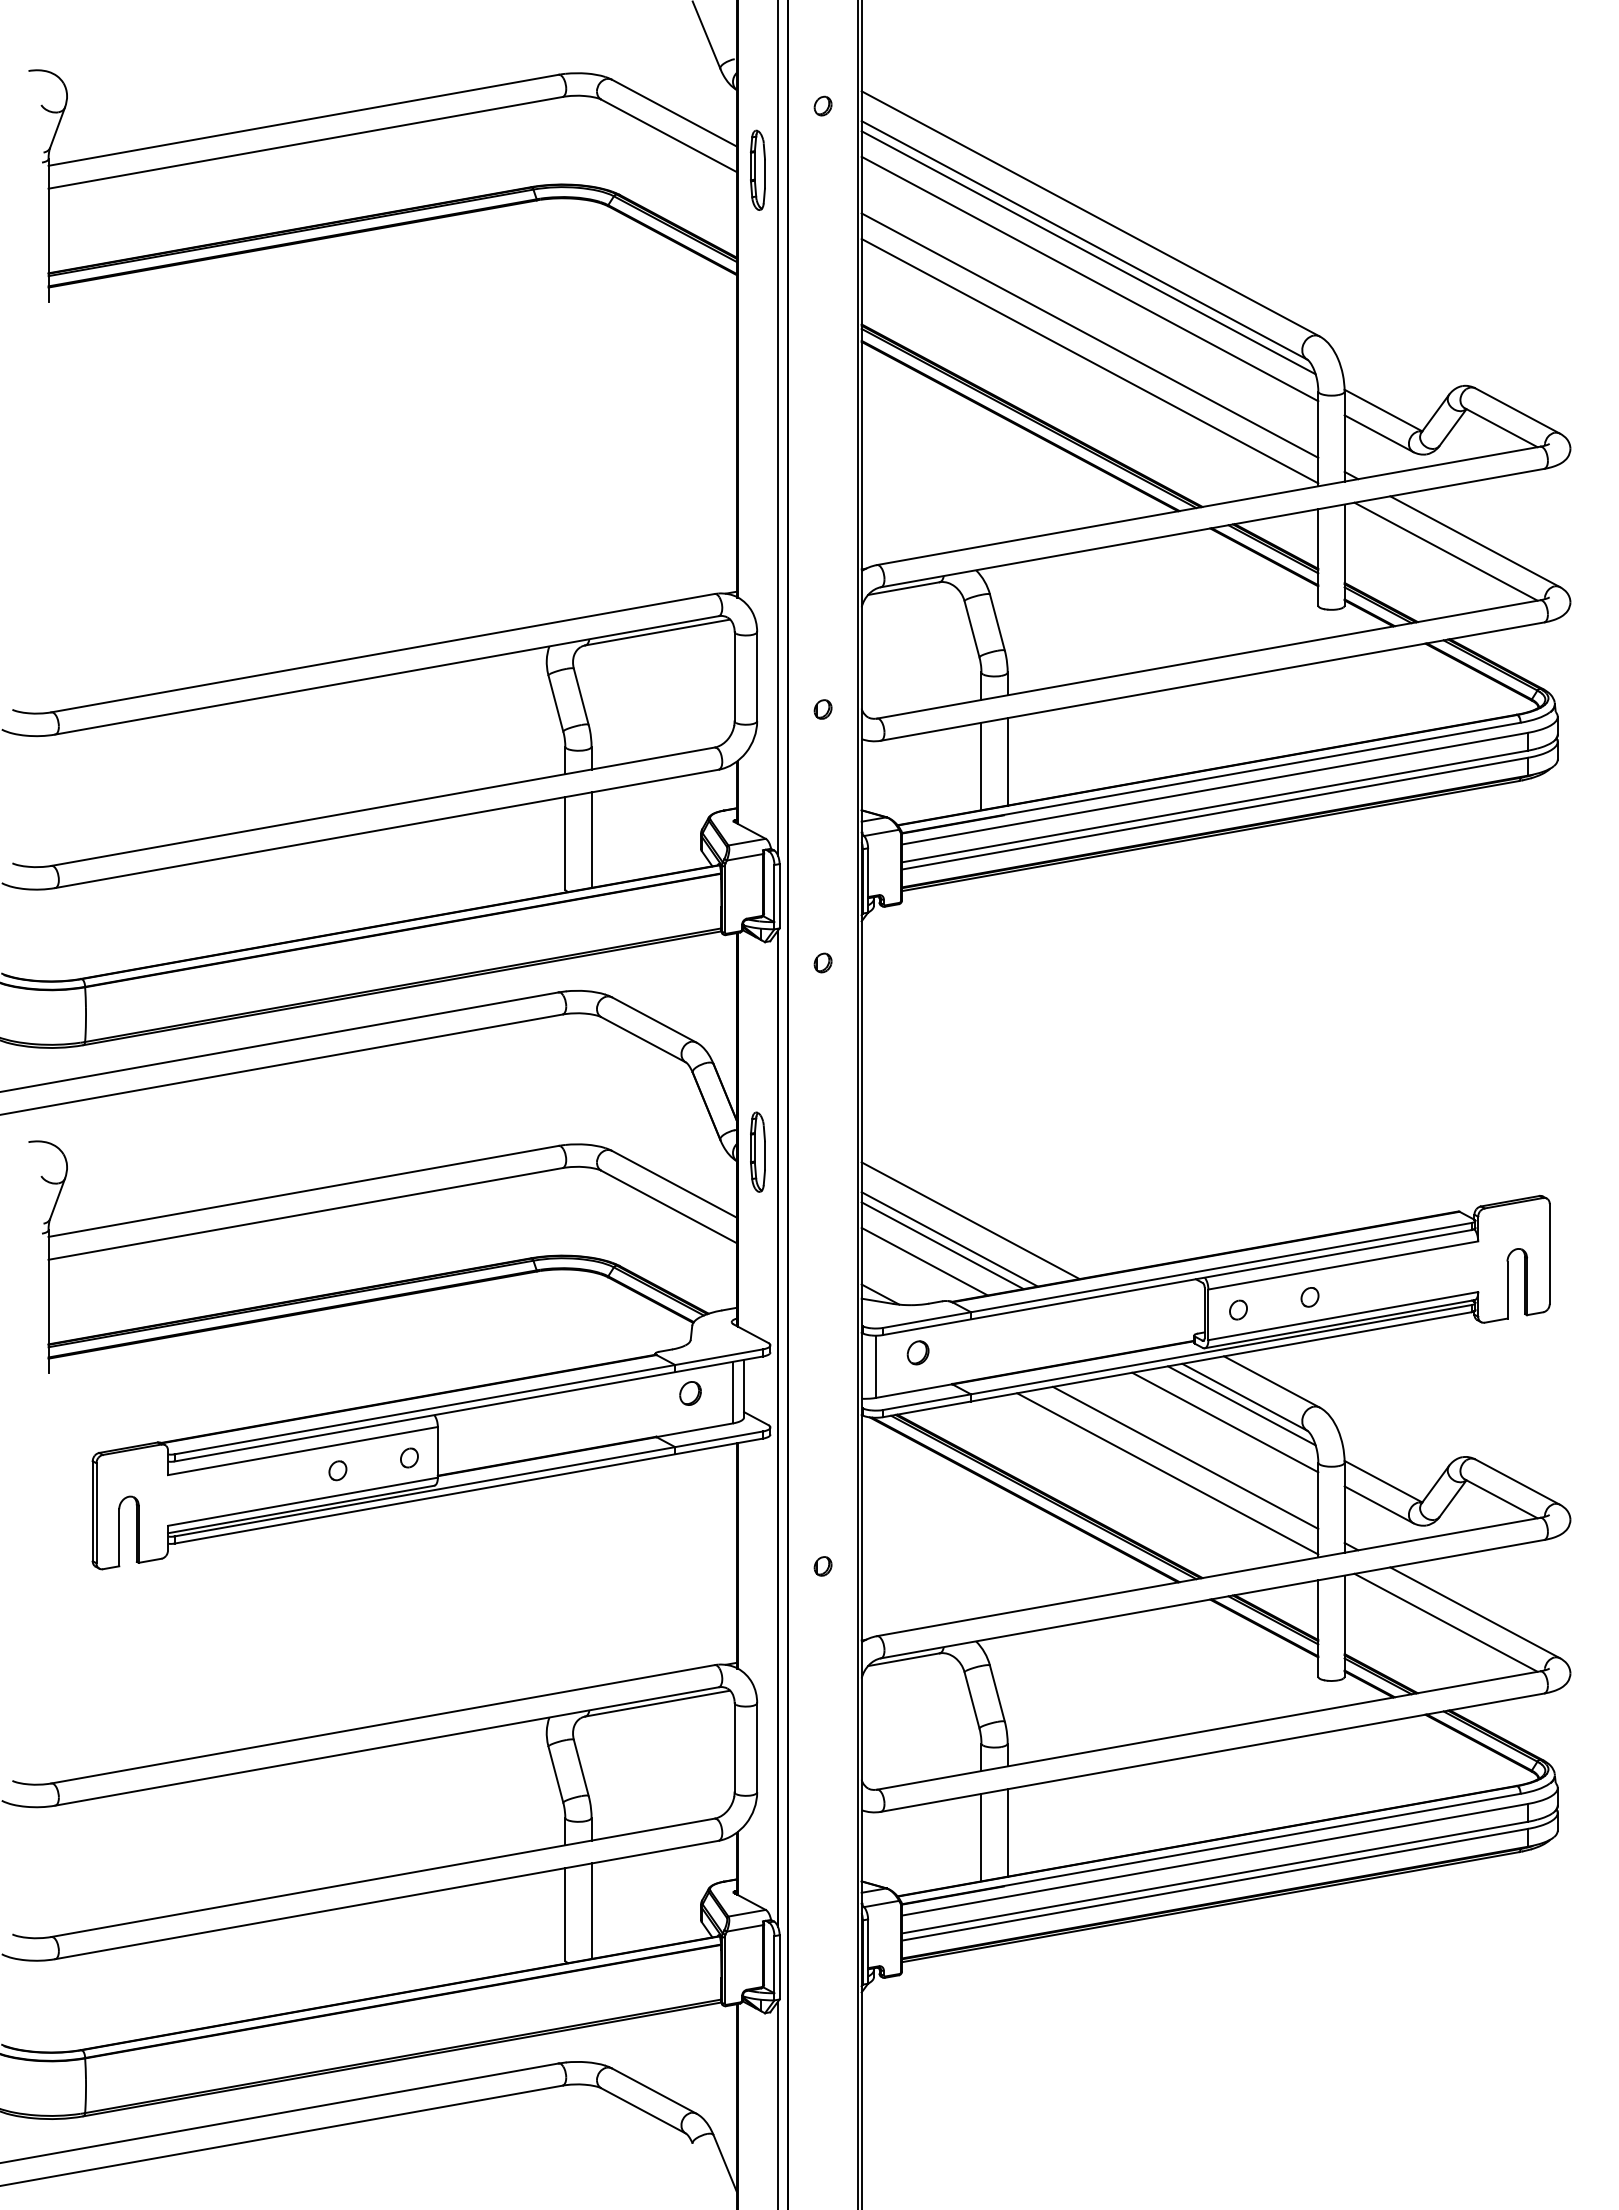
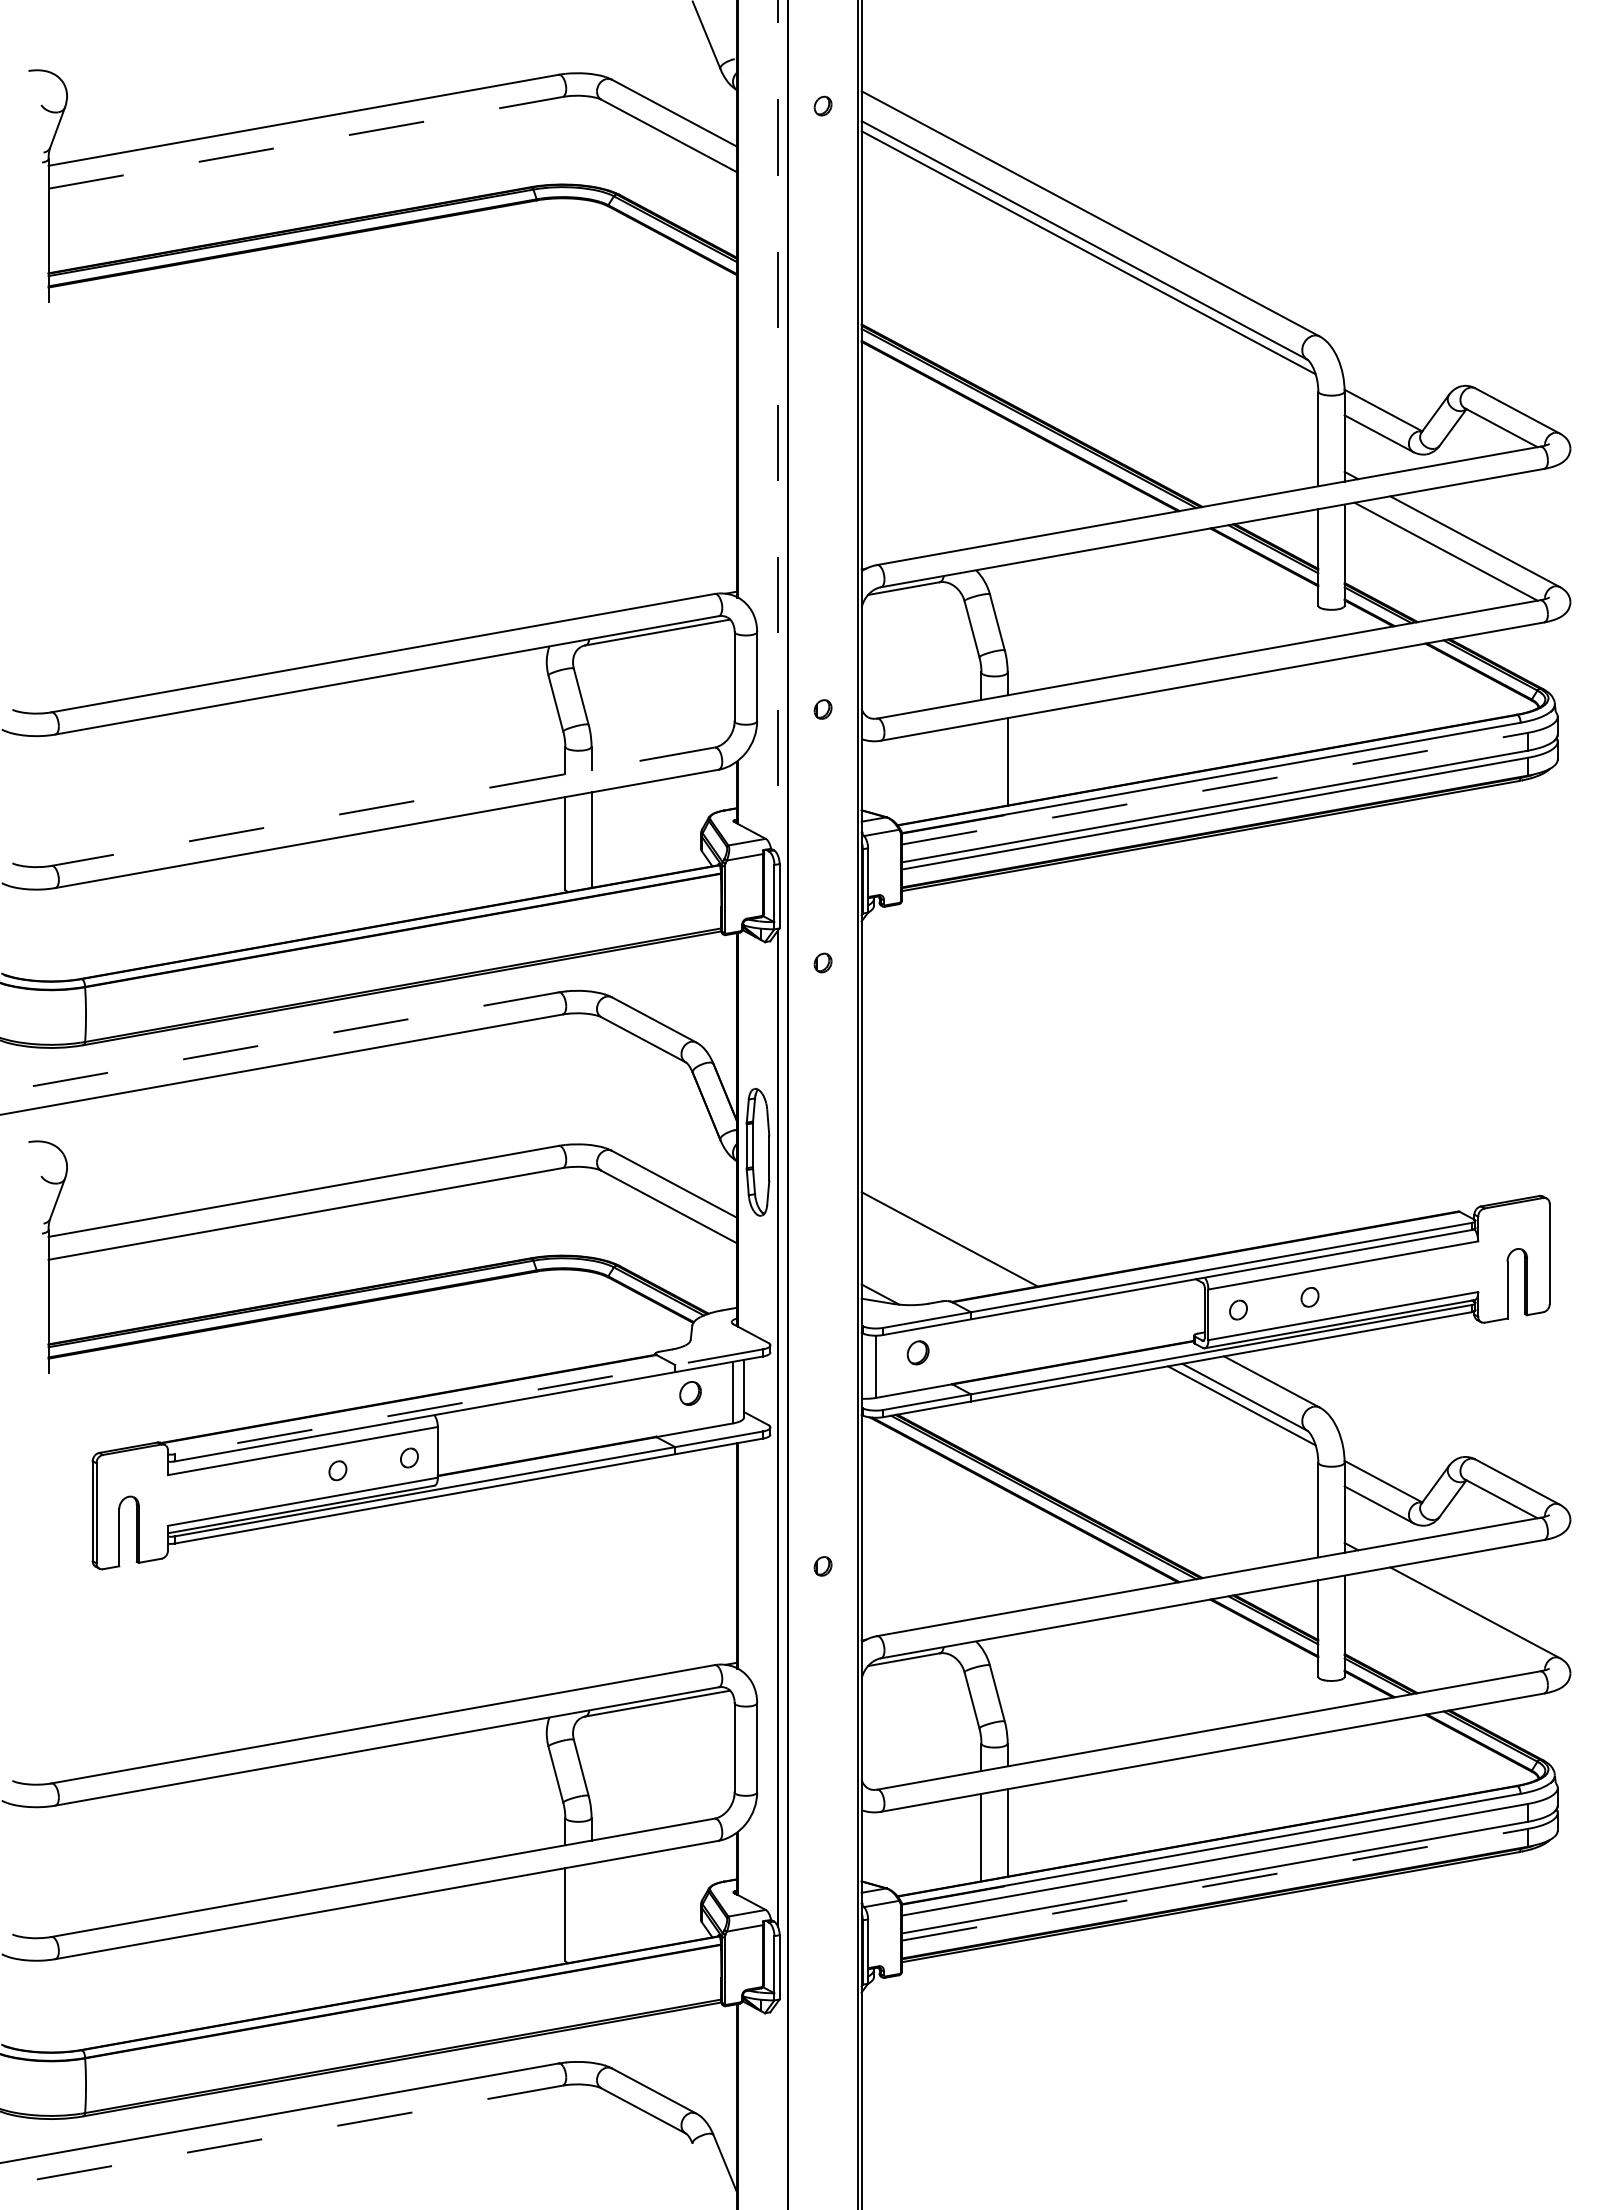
line at (306, 142): solid -> dashed
part at (757, 169): present -> none
line at (1089, 278): present -> none
line at (1089, 335): present -> none
line at (1089, 360): present -> none
line at (778, 428): solid -> dashed
line at (981, 766): present -> none
line at (1214, 788): solid -> dashed
line at (382, 806): solid -> dashed
line at (279, 1042): solid -> dashed
part at (757, 1151) size: 16x82 px -> 26x130 px
line at (970, 1220): present -> none
line at (942, 1245): present -> none
line at (924, 1261): present -> none
line at (468, 1401): solid -> dashed
line at (1225, 1422): present -> none
line at (1185, 1457): present -> none
line at (1167, 1473): present -> none
line at (1445, 1622): present -> none
line at (1214, 1884): solid -> dashed
line at (591, 1910): present -> none
line at (778, 2103): present -> none
line at (281, 2135): solid -> dashed
